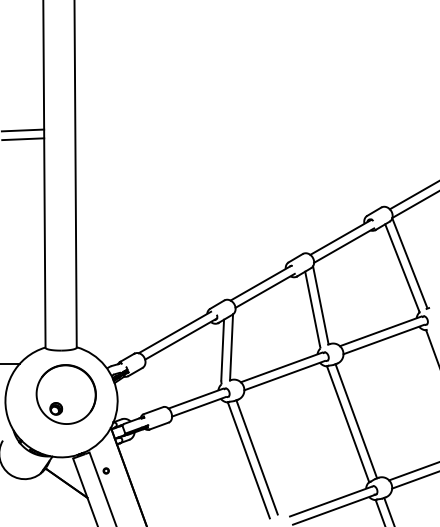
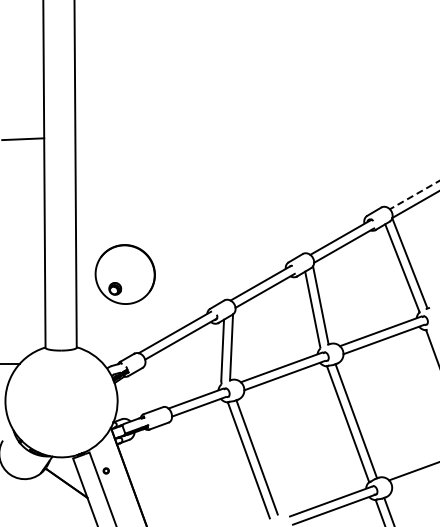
line at (23, 130): present -> none
line at (414, 195): solid -> dashed
part at (65, 394) position: (65, 394) -> (124, 274)
line at (414, 480): present -> none
